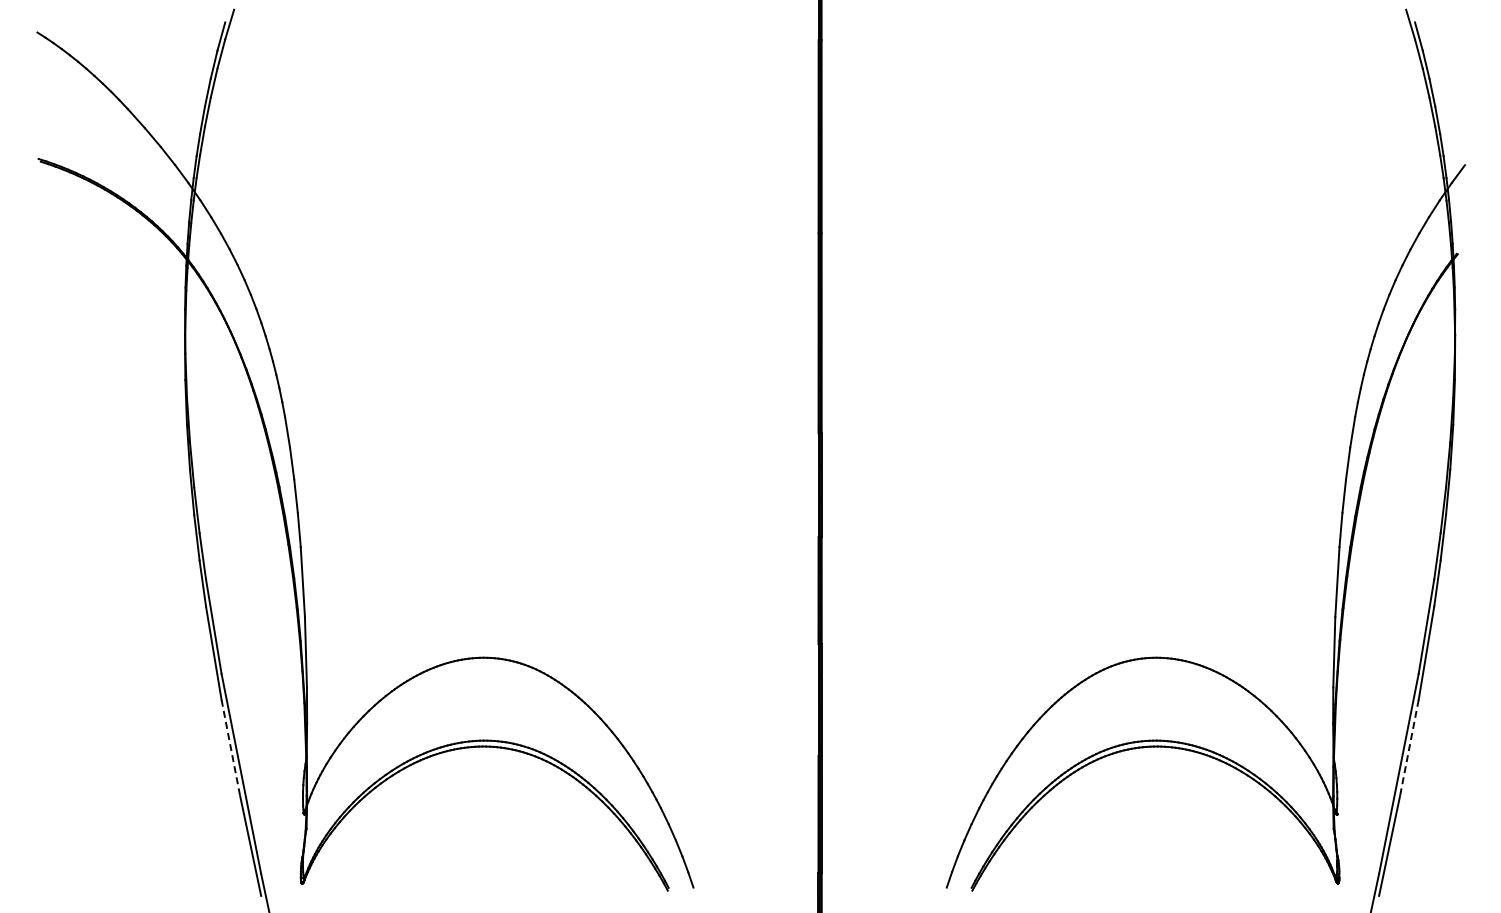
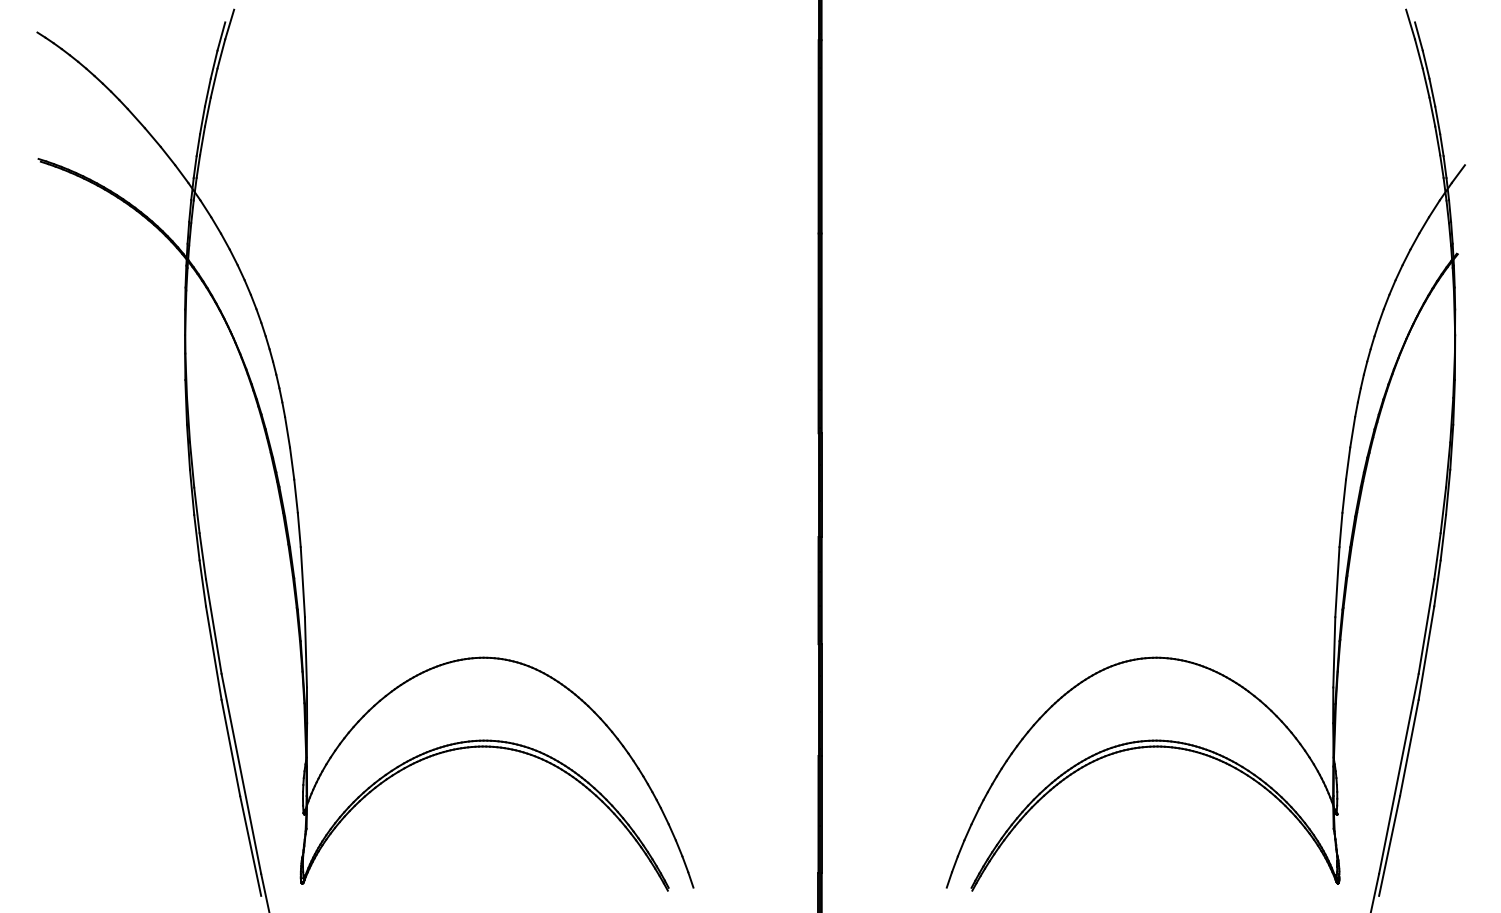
line at (230, 748): dashed -> solid
line at (1409, 748): dashed -> solid
